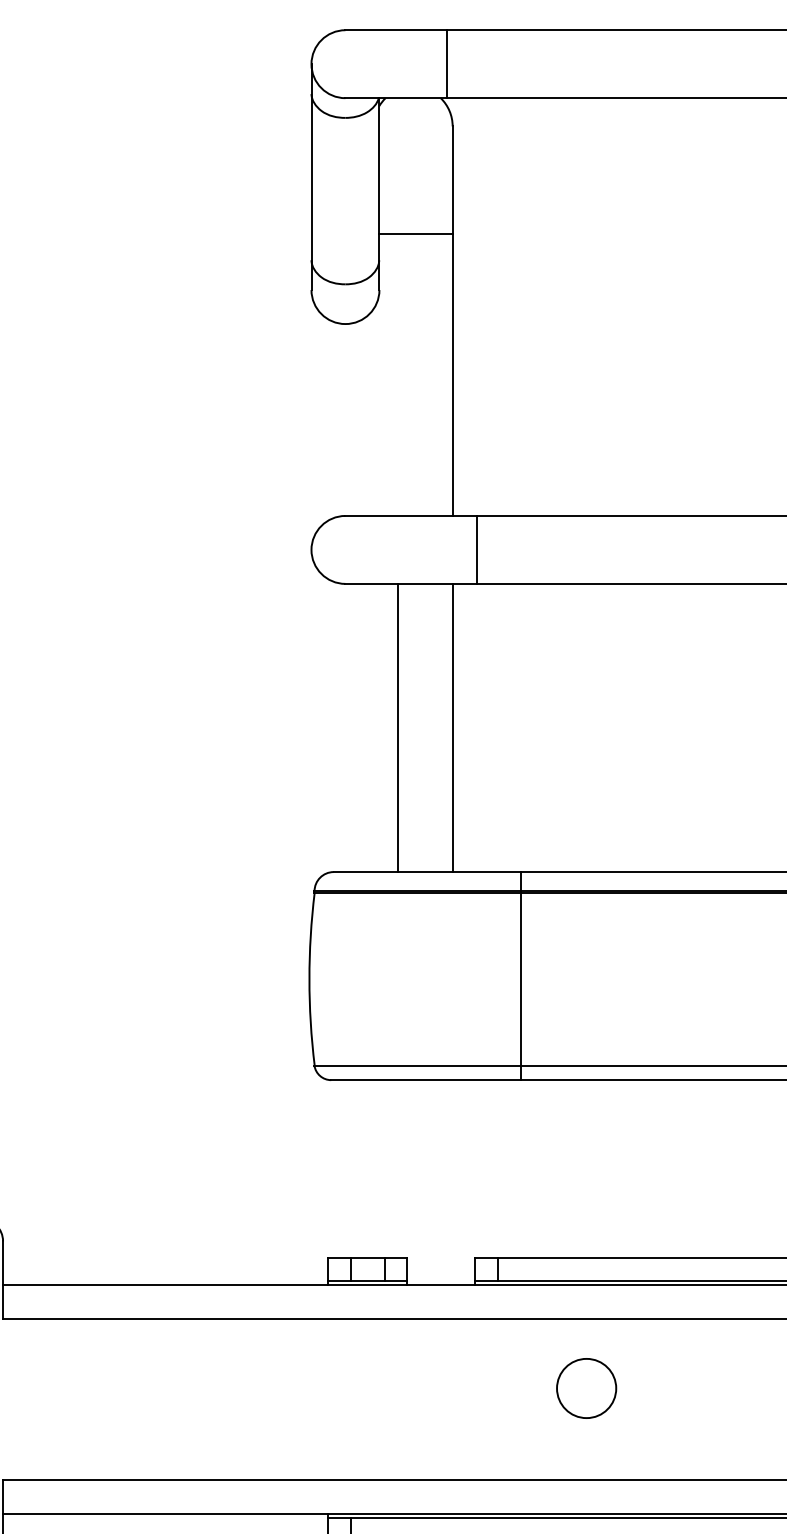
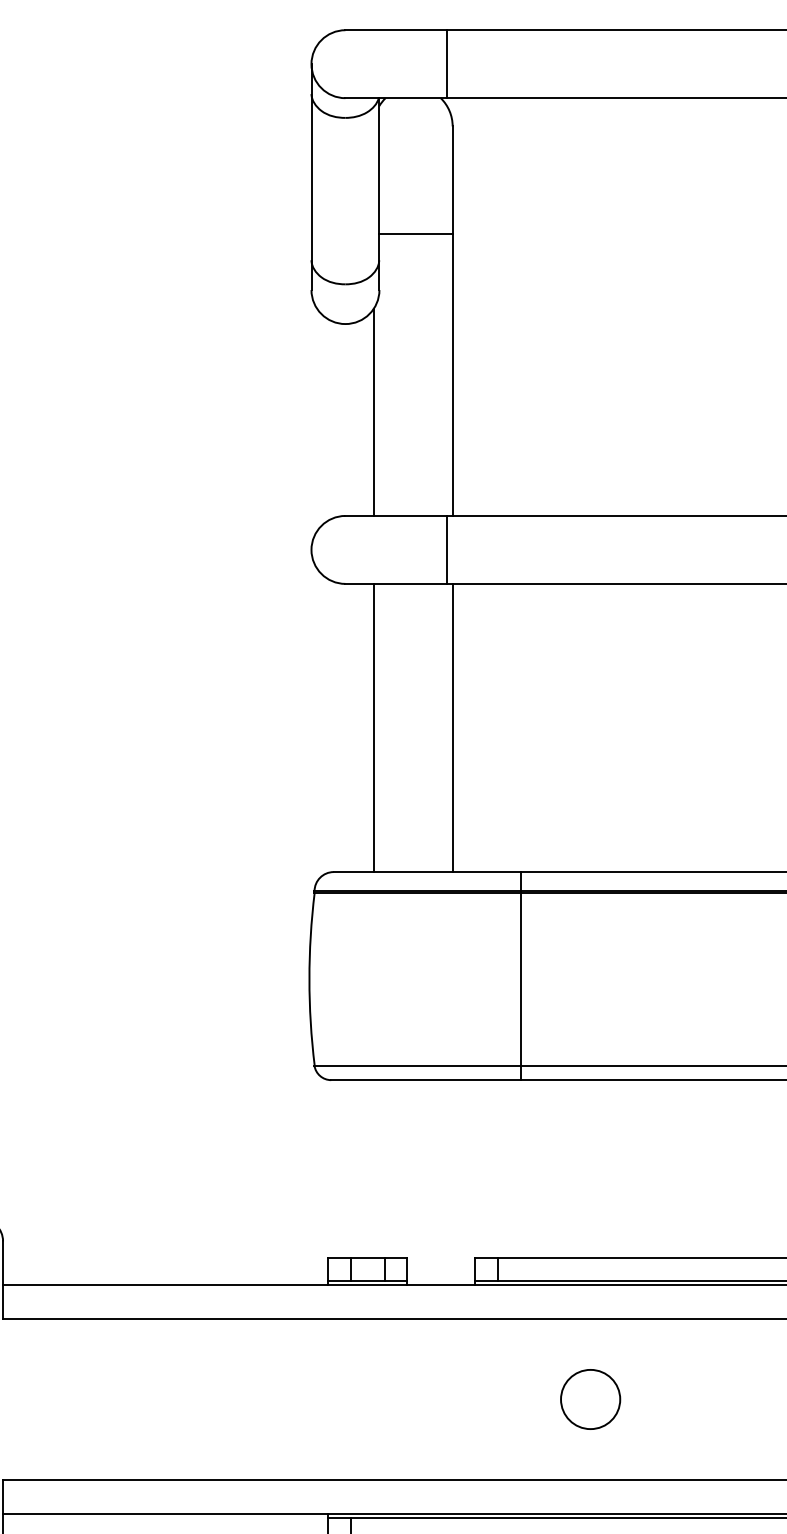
line at (373, 411): none -> present
line at (477, 549) position: (477, 549) -> (447, 549)
line at (397, 727) position: (397, 727) -> (373, 727)
circle at (586, 1388) position: (586, 1388) -> (590, 1399)
